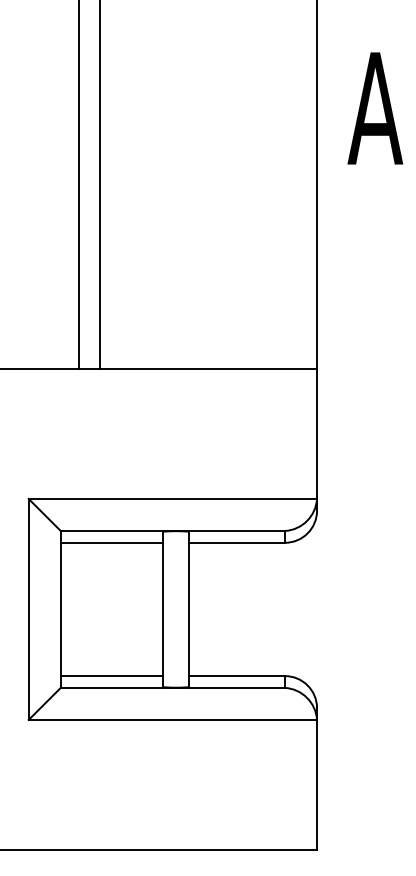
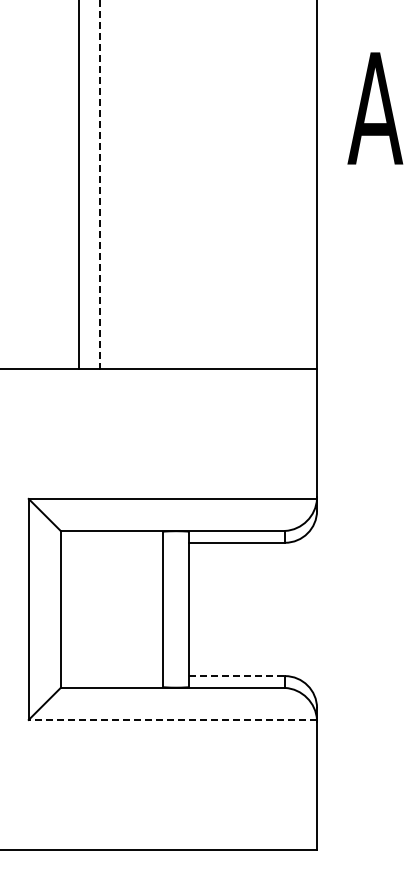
line at (99, 185): solid -> dashed
line at (111, 542): present -> none
line at (111, 676): present -> none
line at (237, 676): solid -> dashed
line at (172, 719): solid -> dashed
